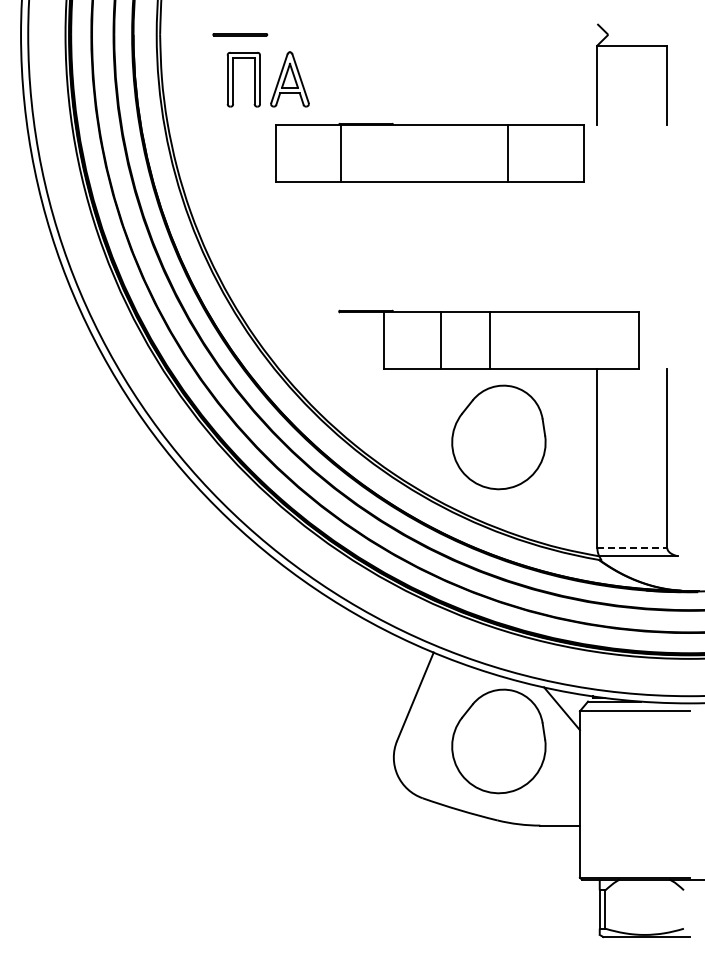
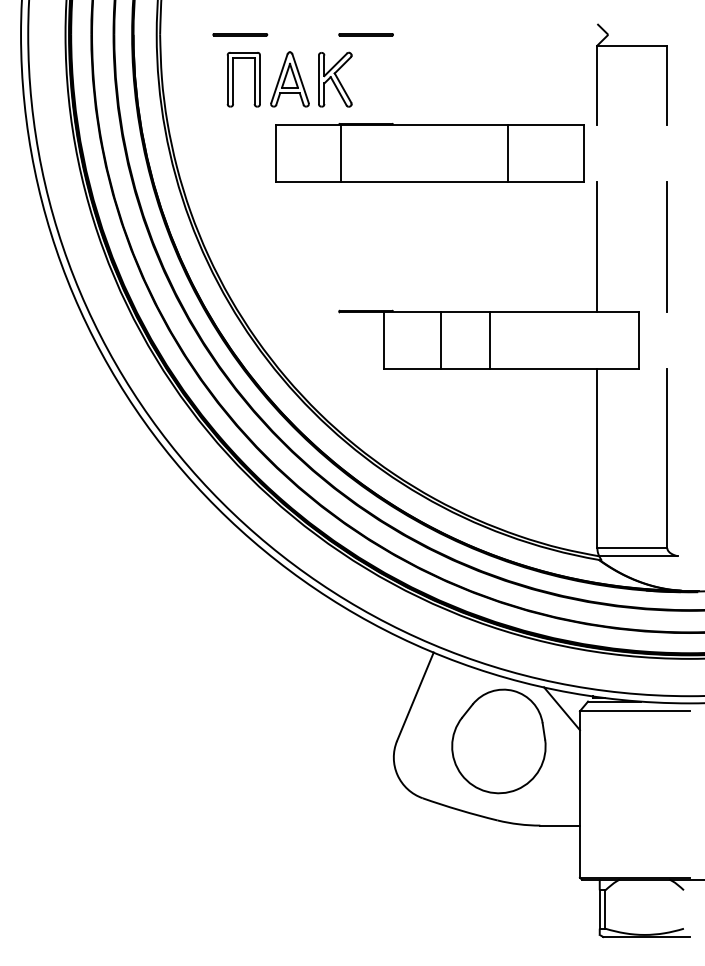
line at (365, 34): none -> present
part at (335, 79): none -> present
line at (597, 246): none -> present
line at (667, 246): none -> present
part at (498, 437): present -> none
line at (632, 548): dashed -> solid
